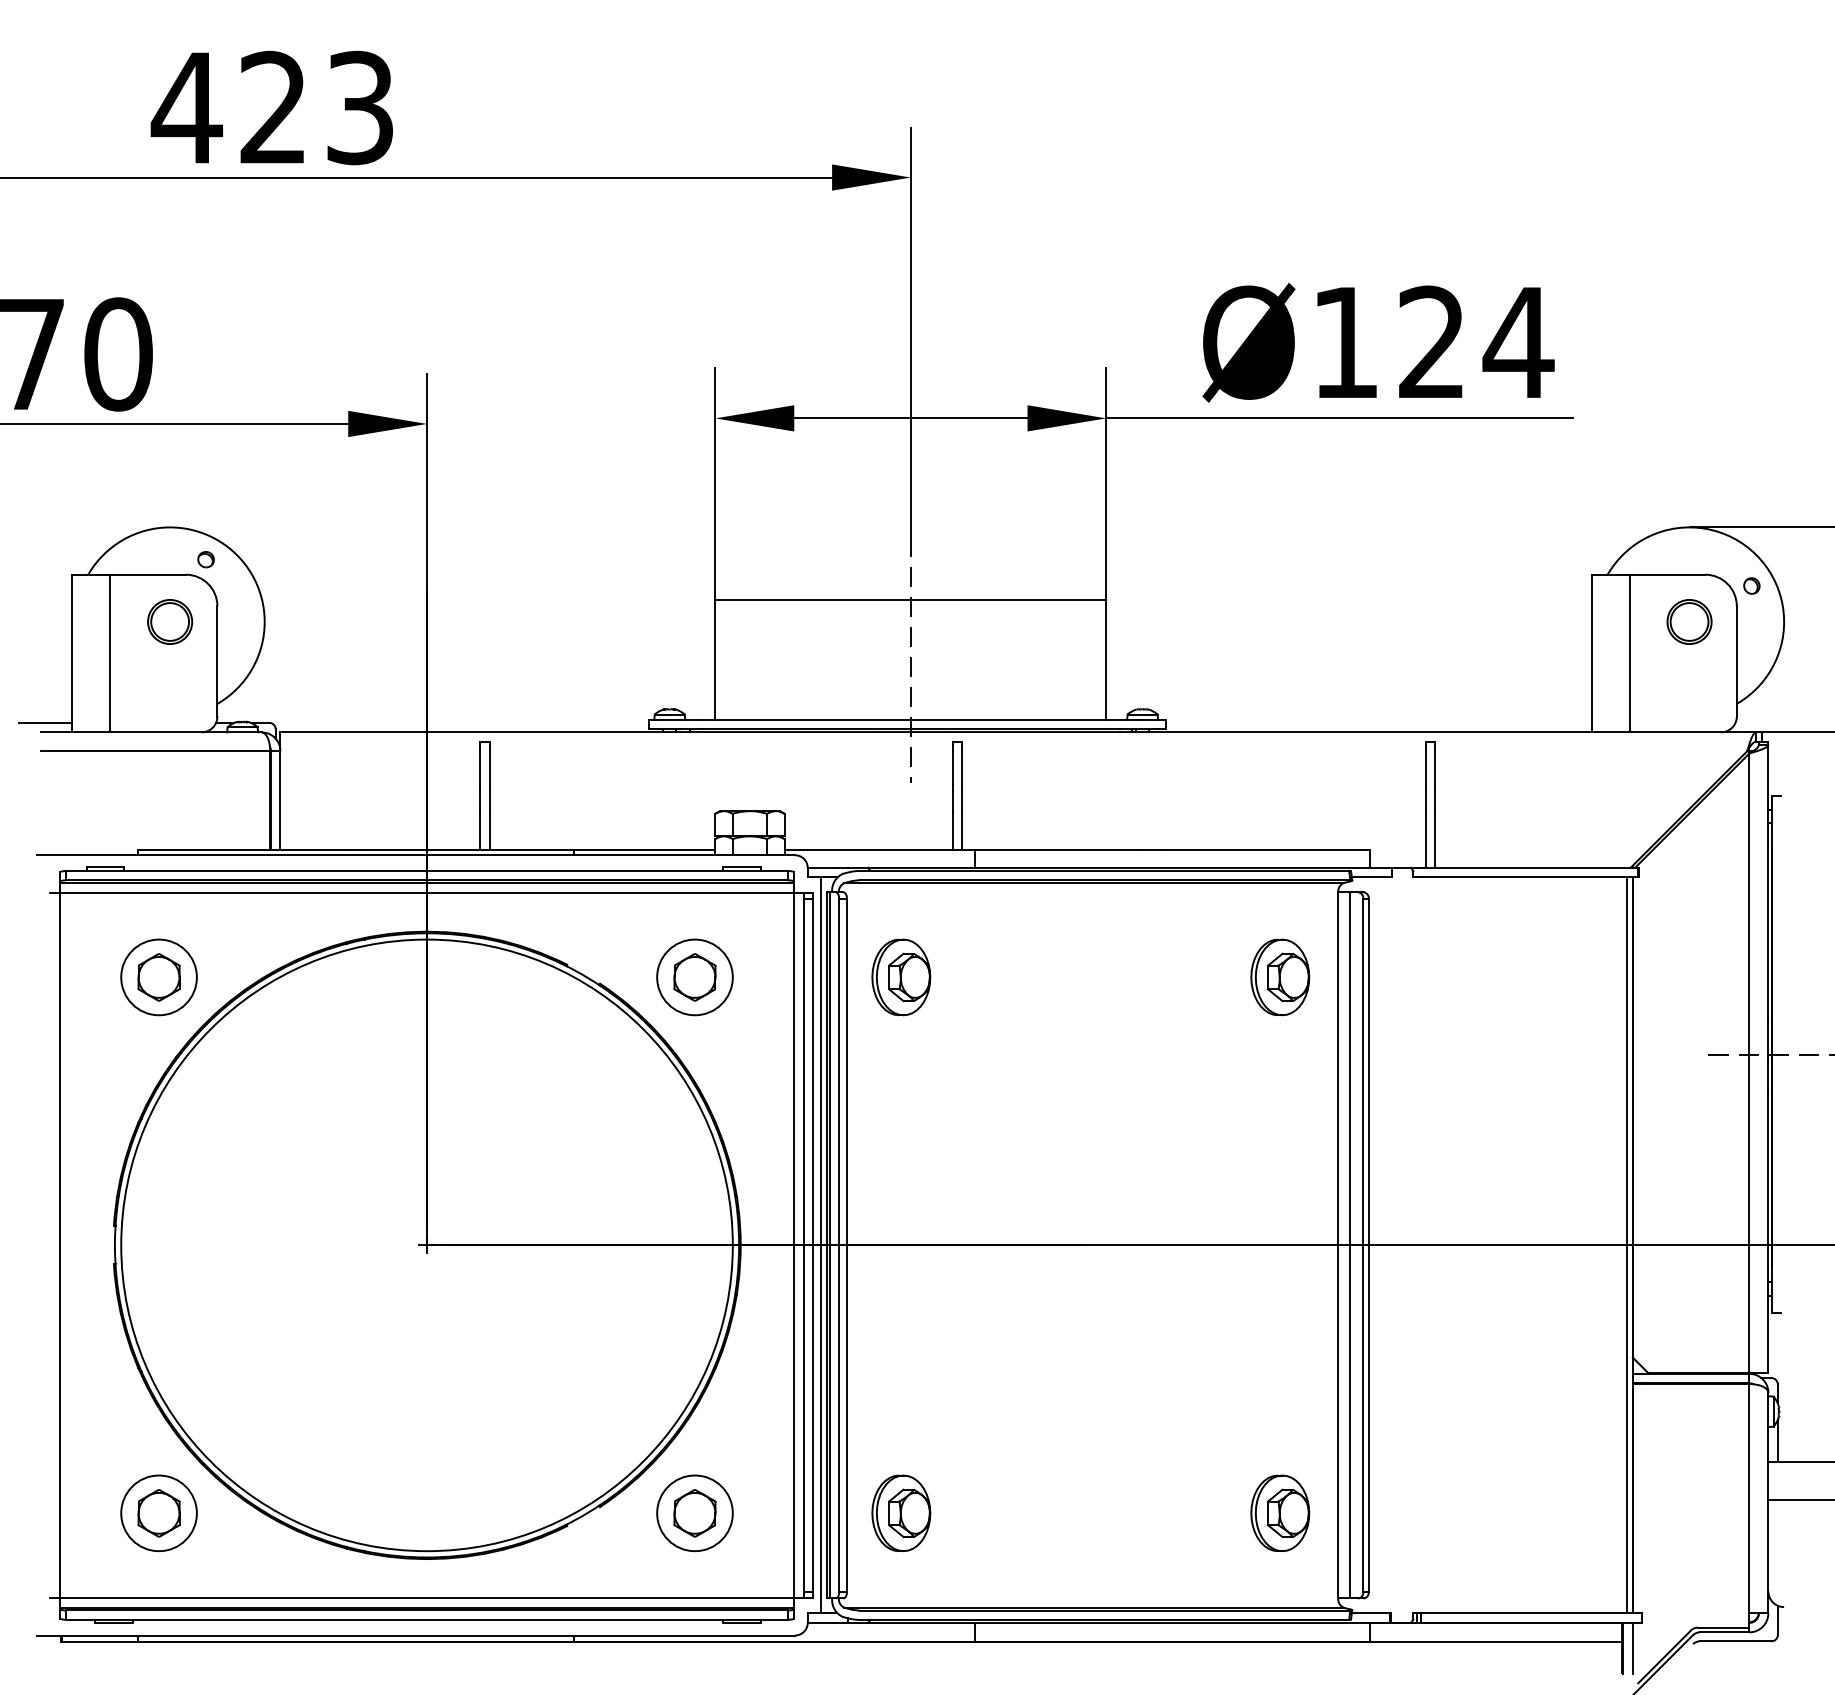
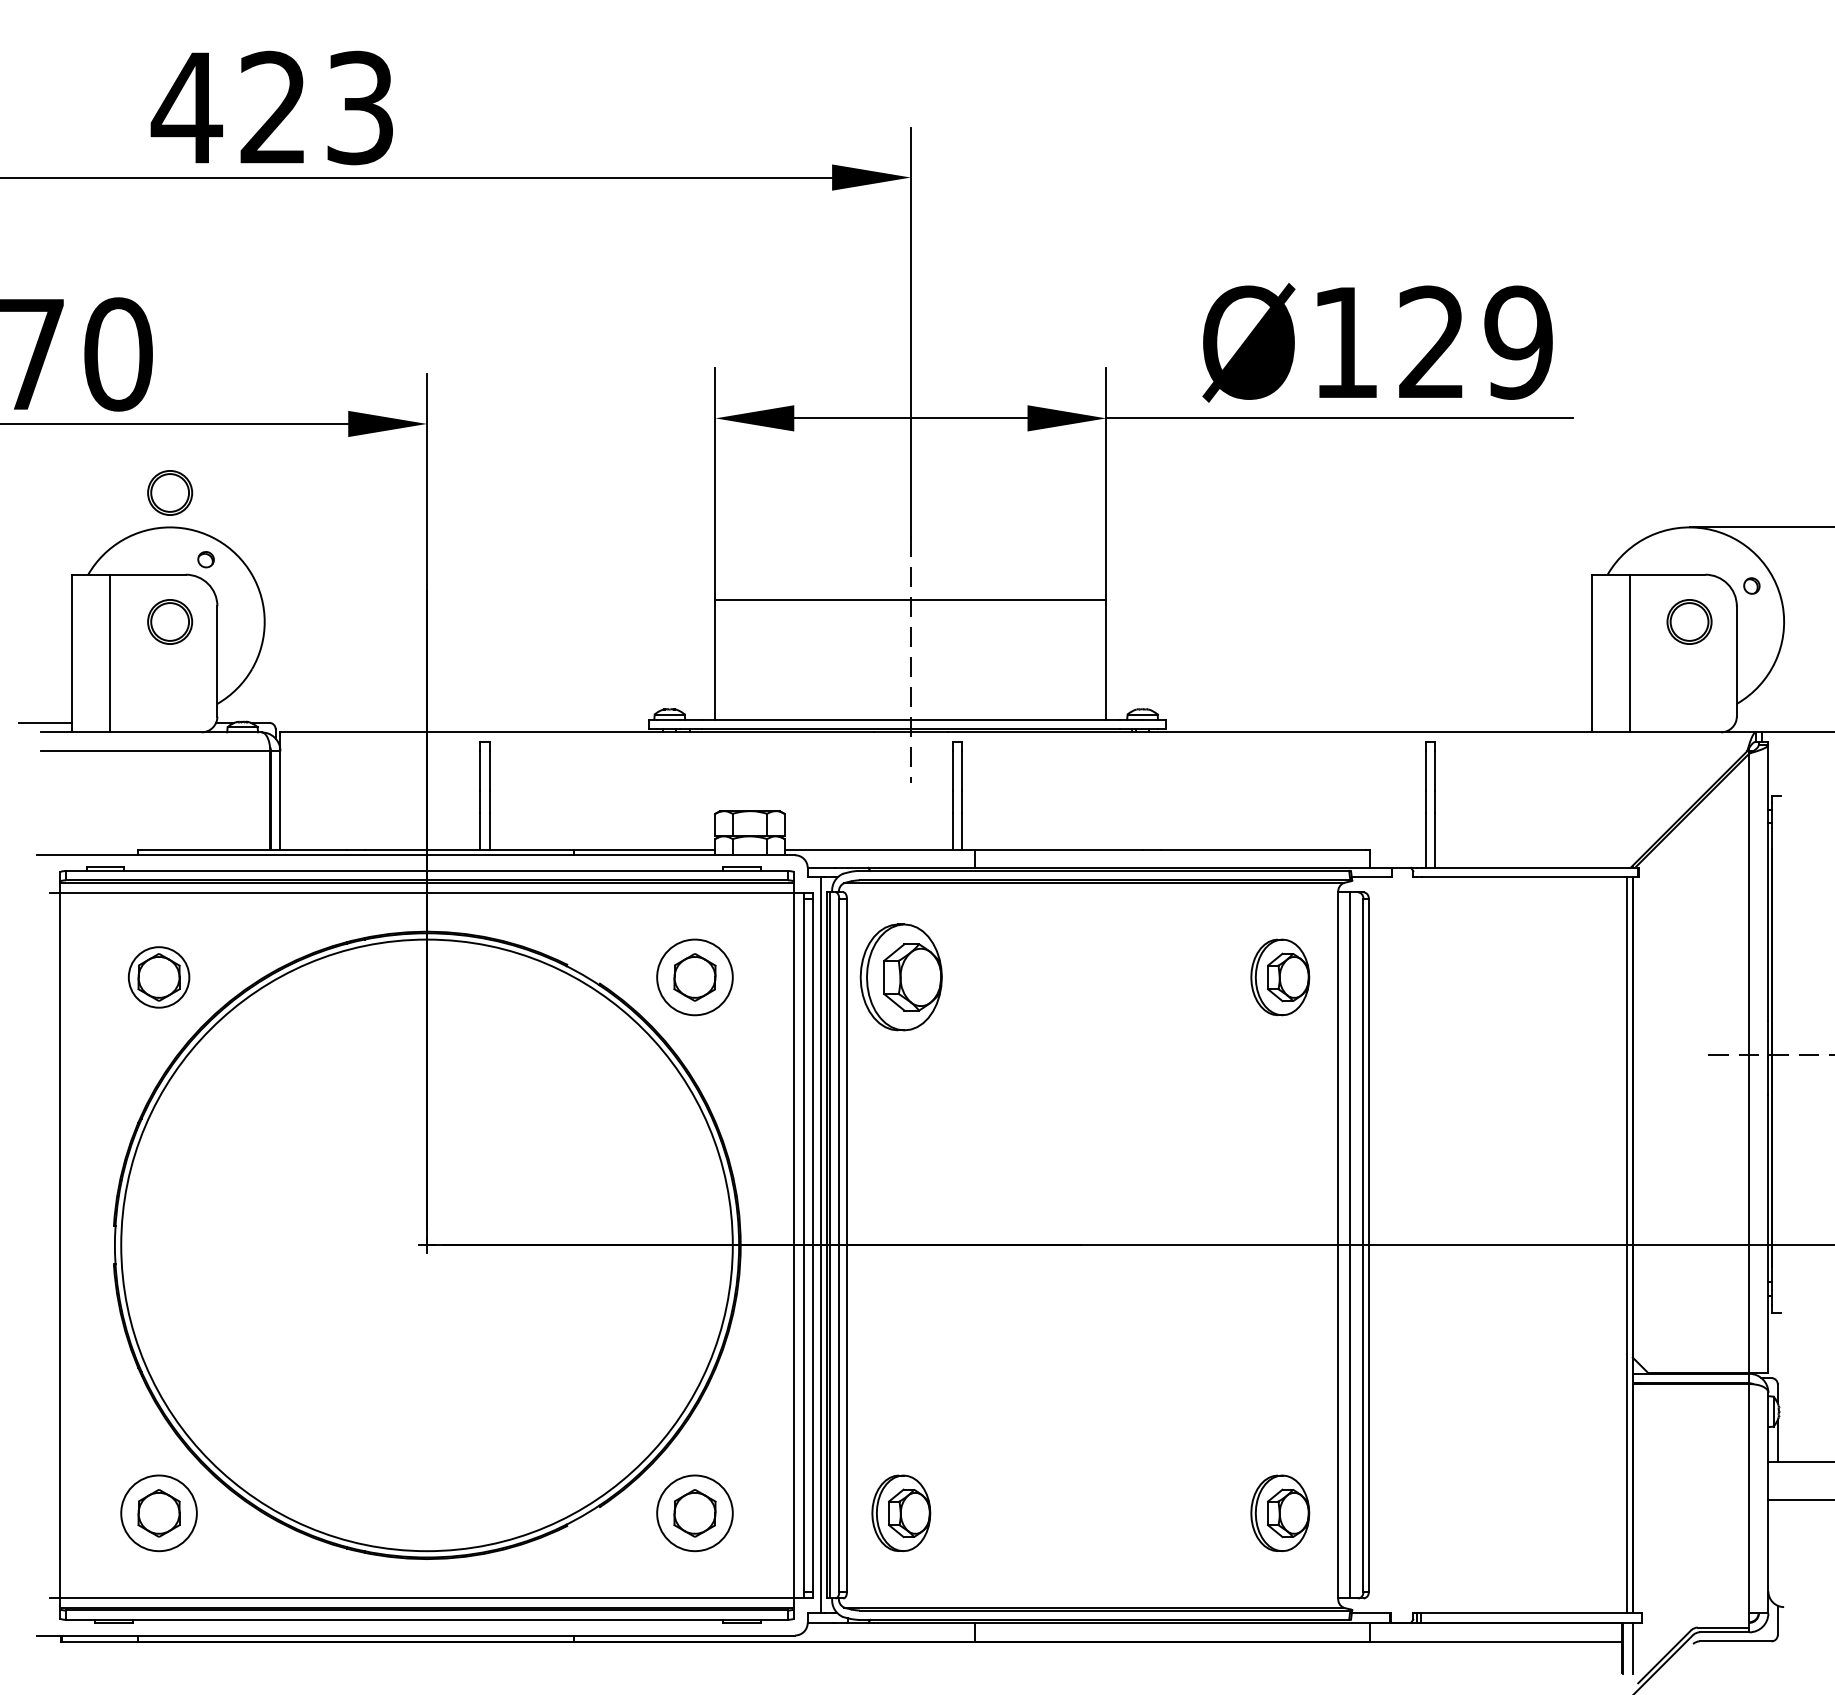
text at (1518, 342): Ø124 -> Ø129
part at (170, 492): none -> present
circle at (158, 977) diameter: 76 px -> 61 px
part at (901, 977) size: 61x79 px -> 84x109 px
